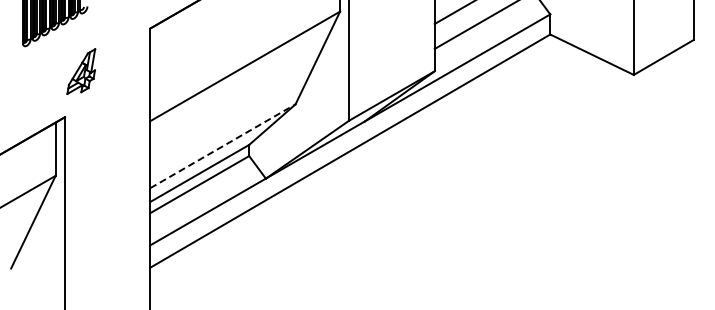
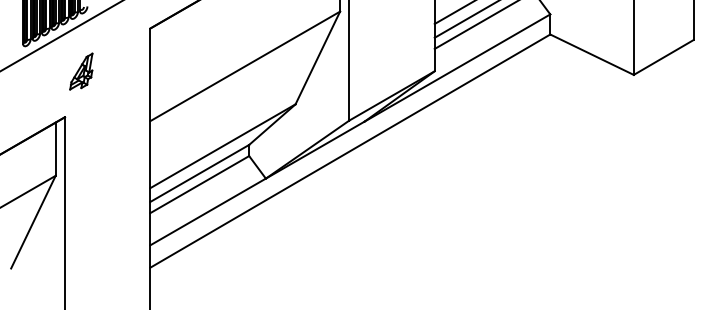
line at (465, 19): none -> present
line at (60, 36): none -> present
part at (81, 71) size: 31x47 px -> 25x39 px
line at (222, 146): dashed -> solid
